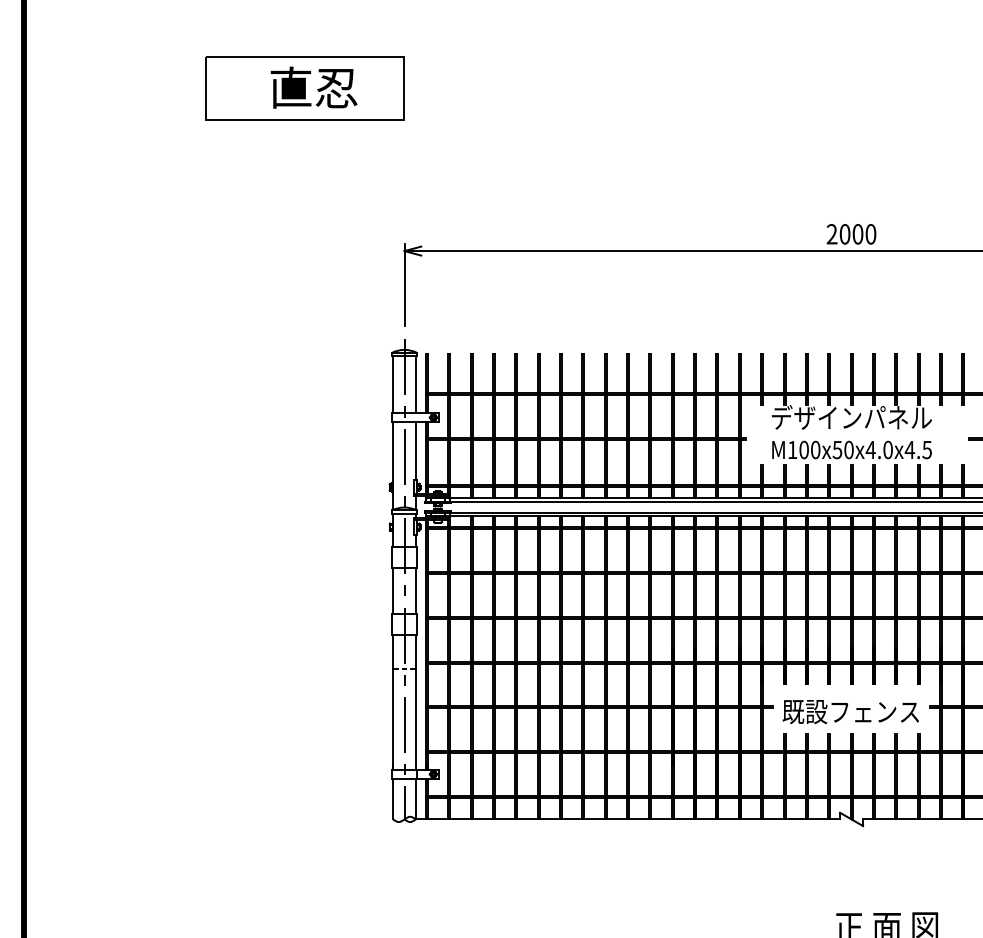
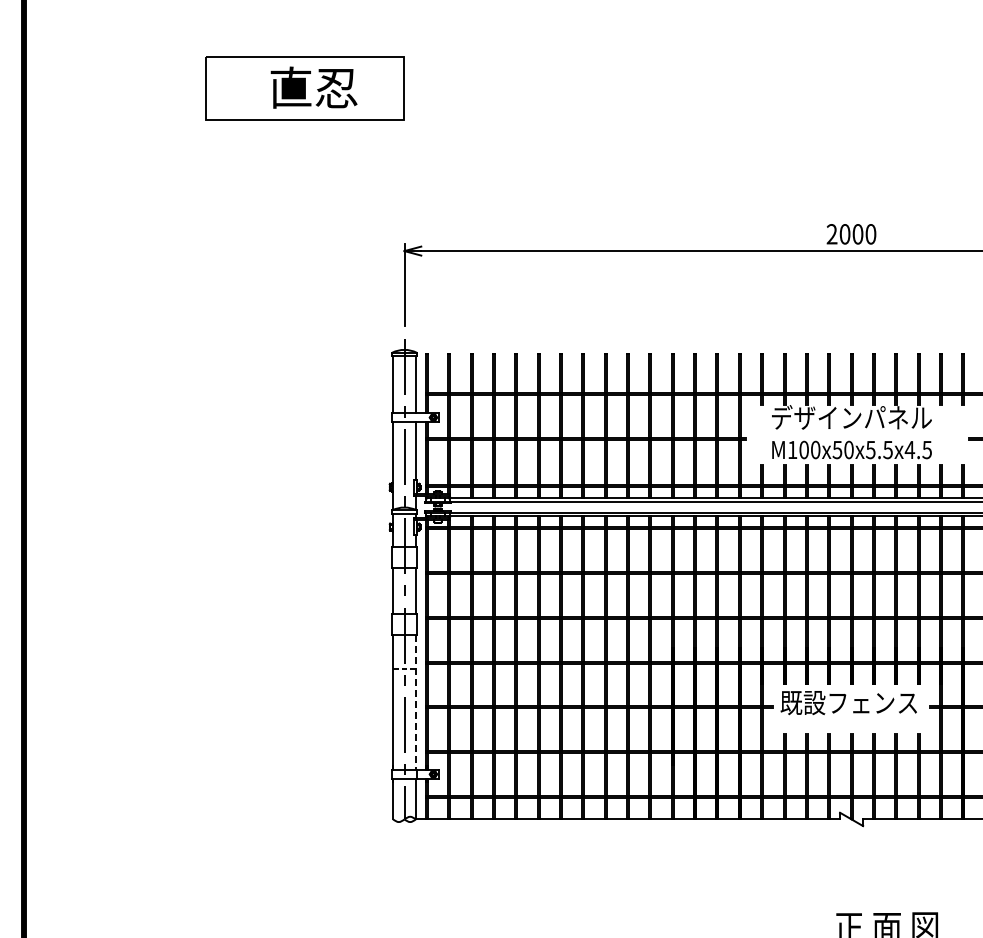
text at (878, 449): M100x50x4.0x4.5 -> M100x50x5.5x4.5
line at (415, 702): solid -> dashed
text at (850, 712) position: (850, 712) -> (848, 703)
